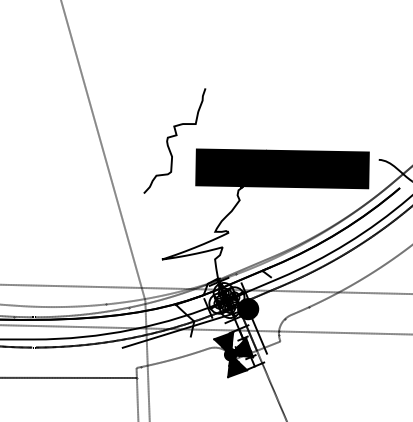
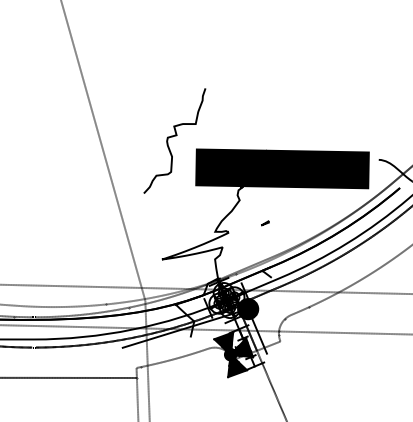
curve at (265, 223): none -> present
